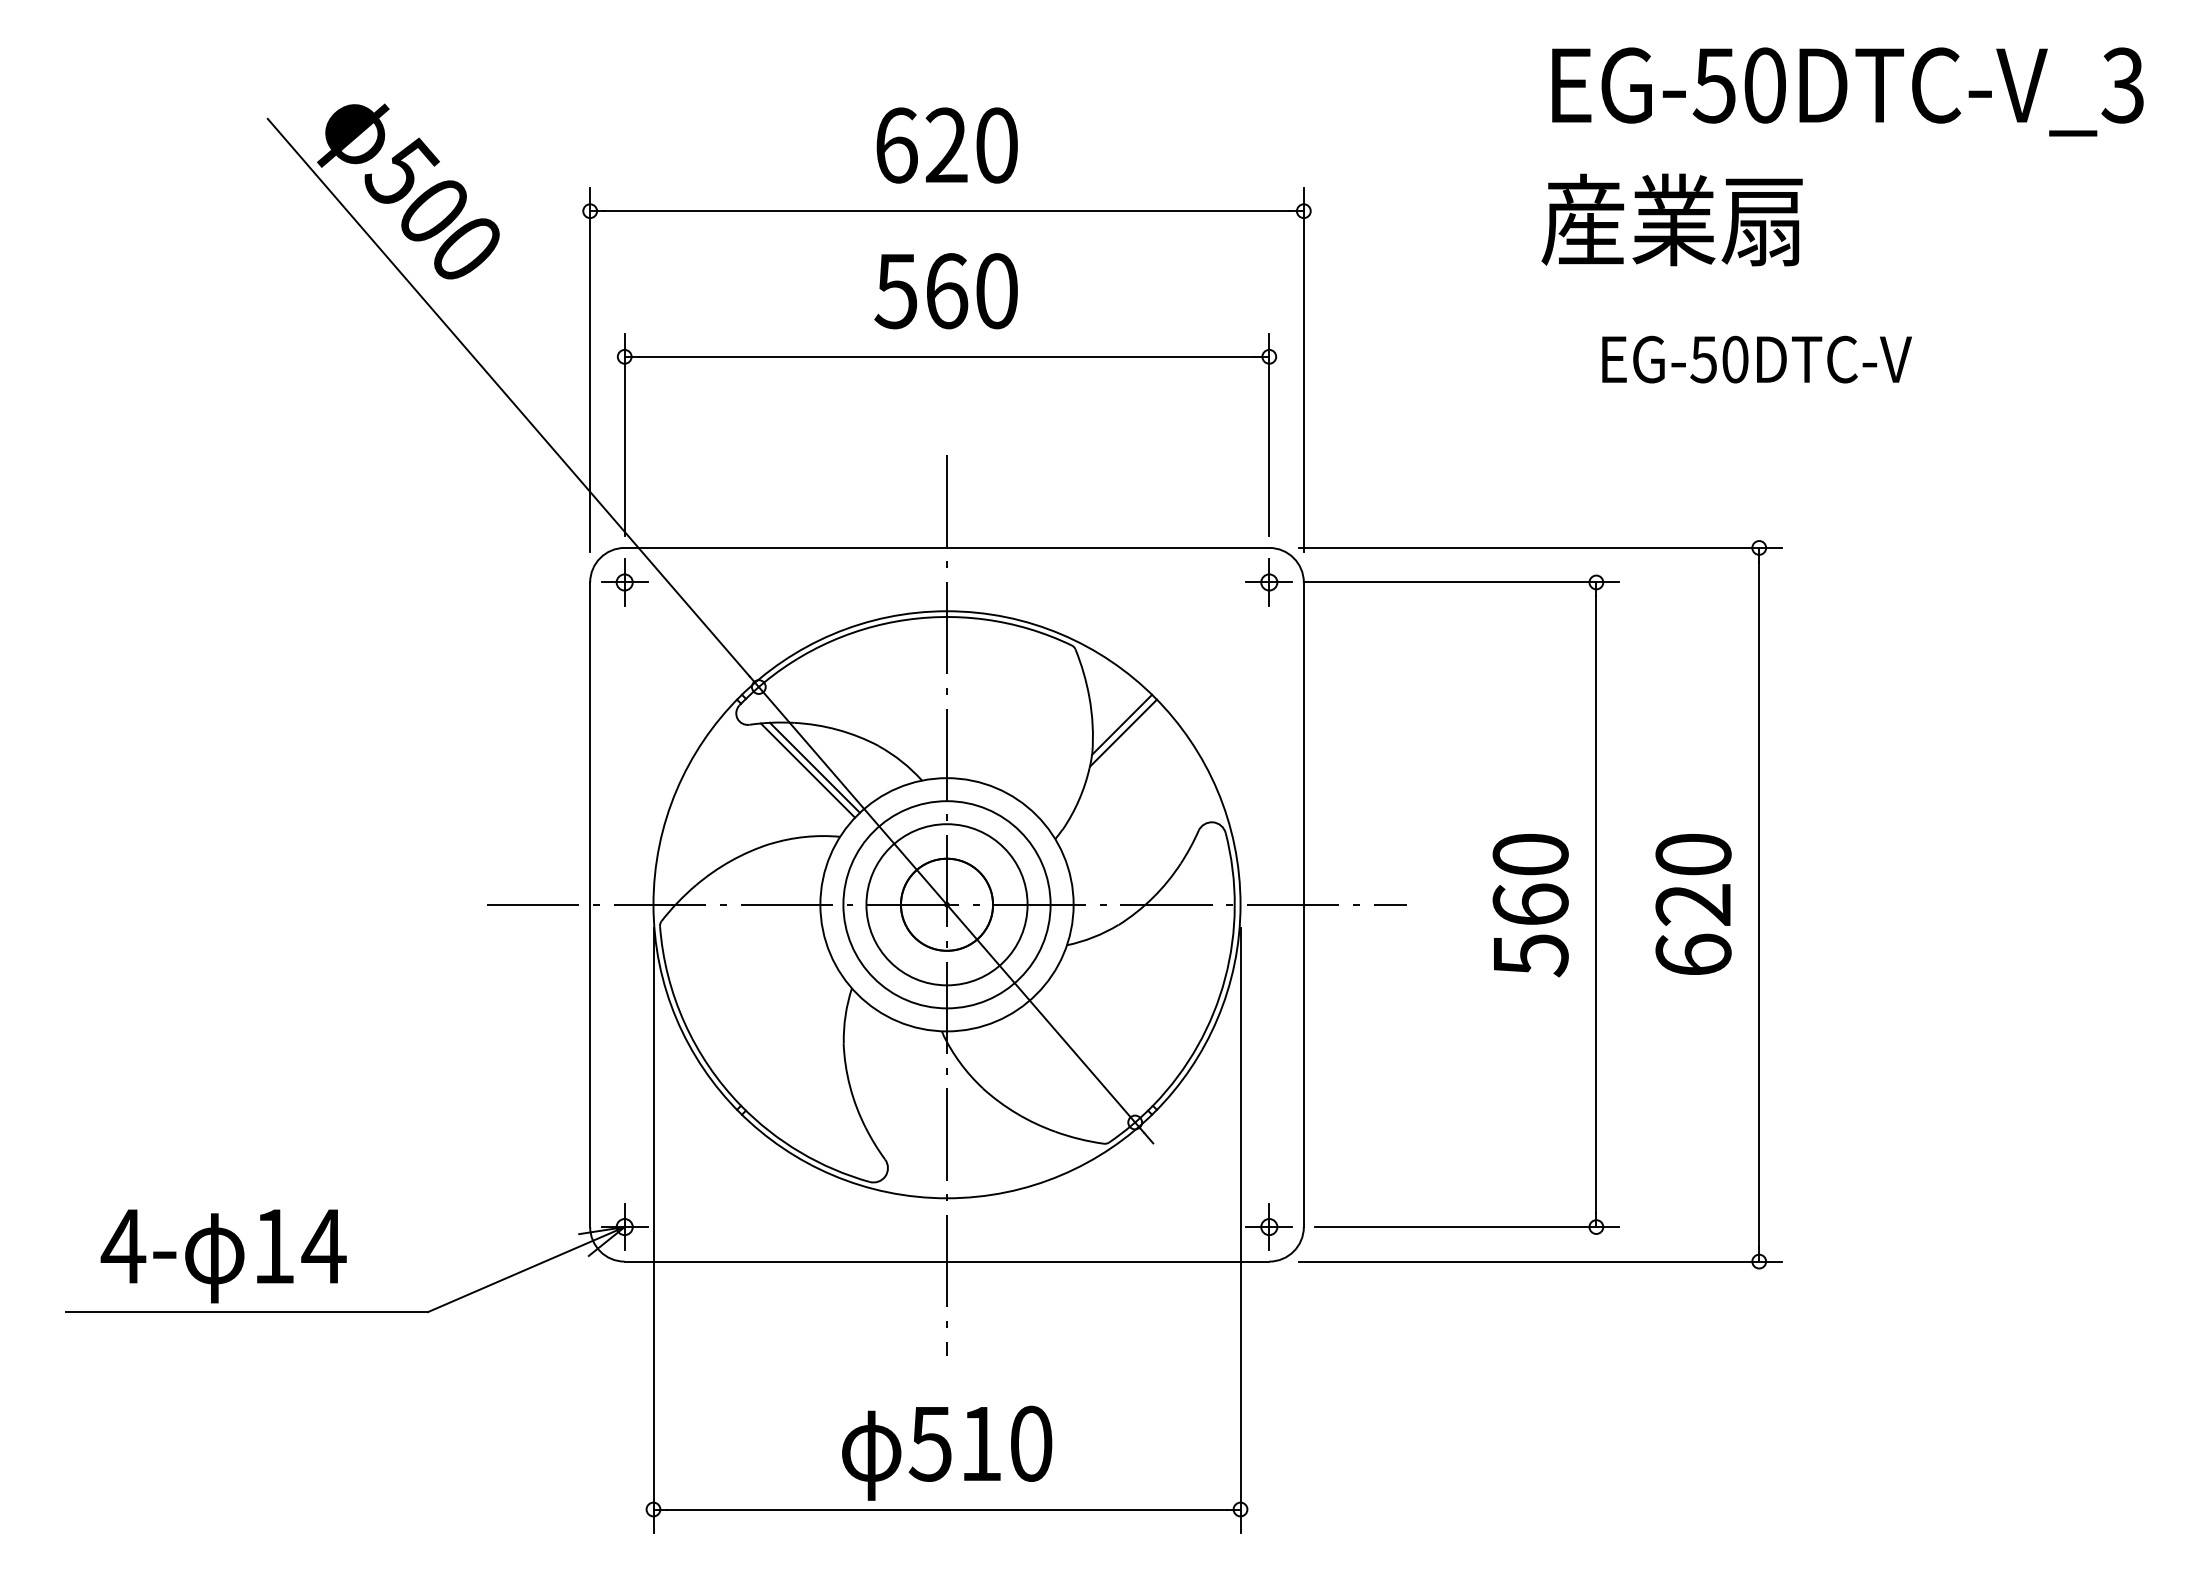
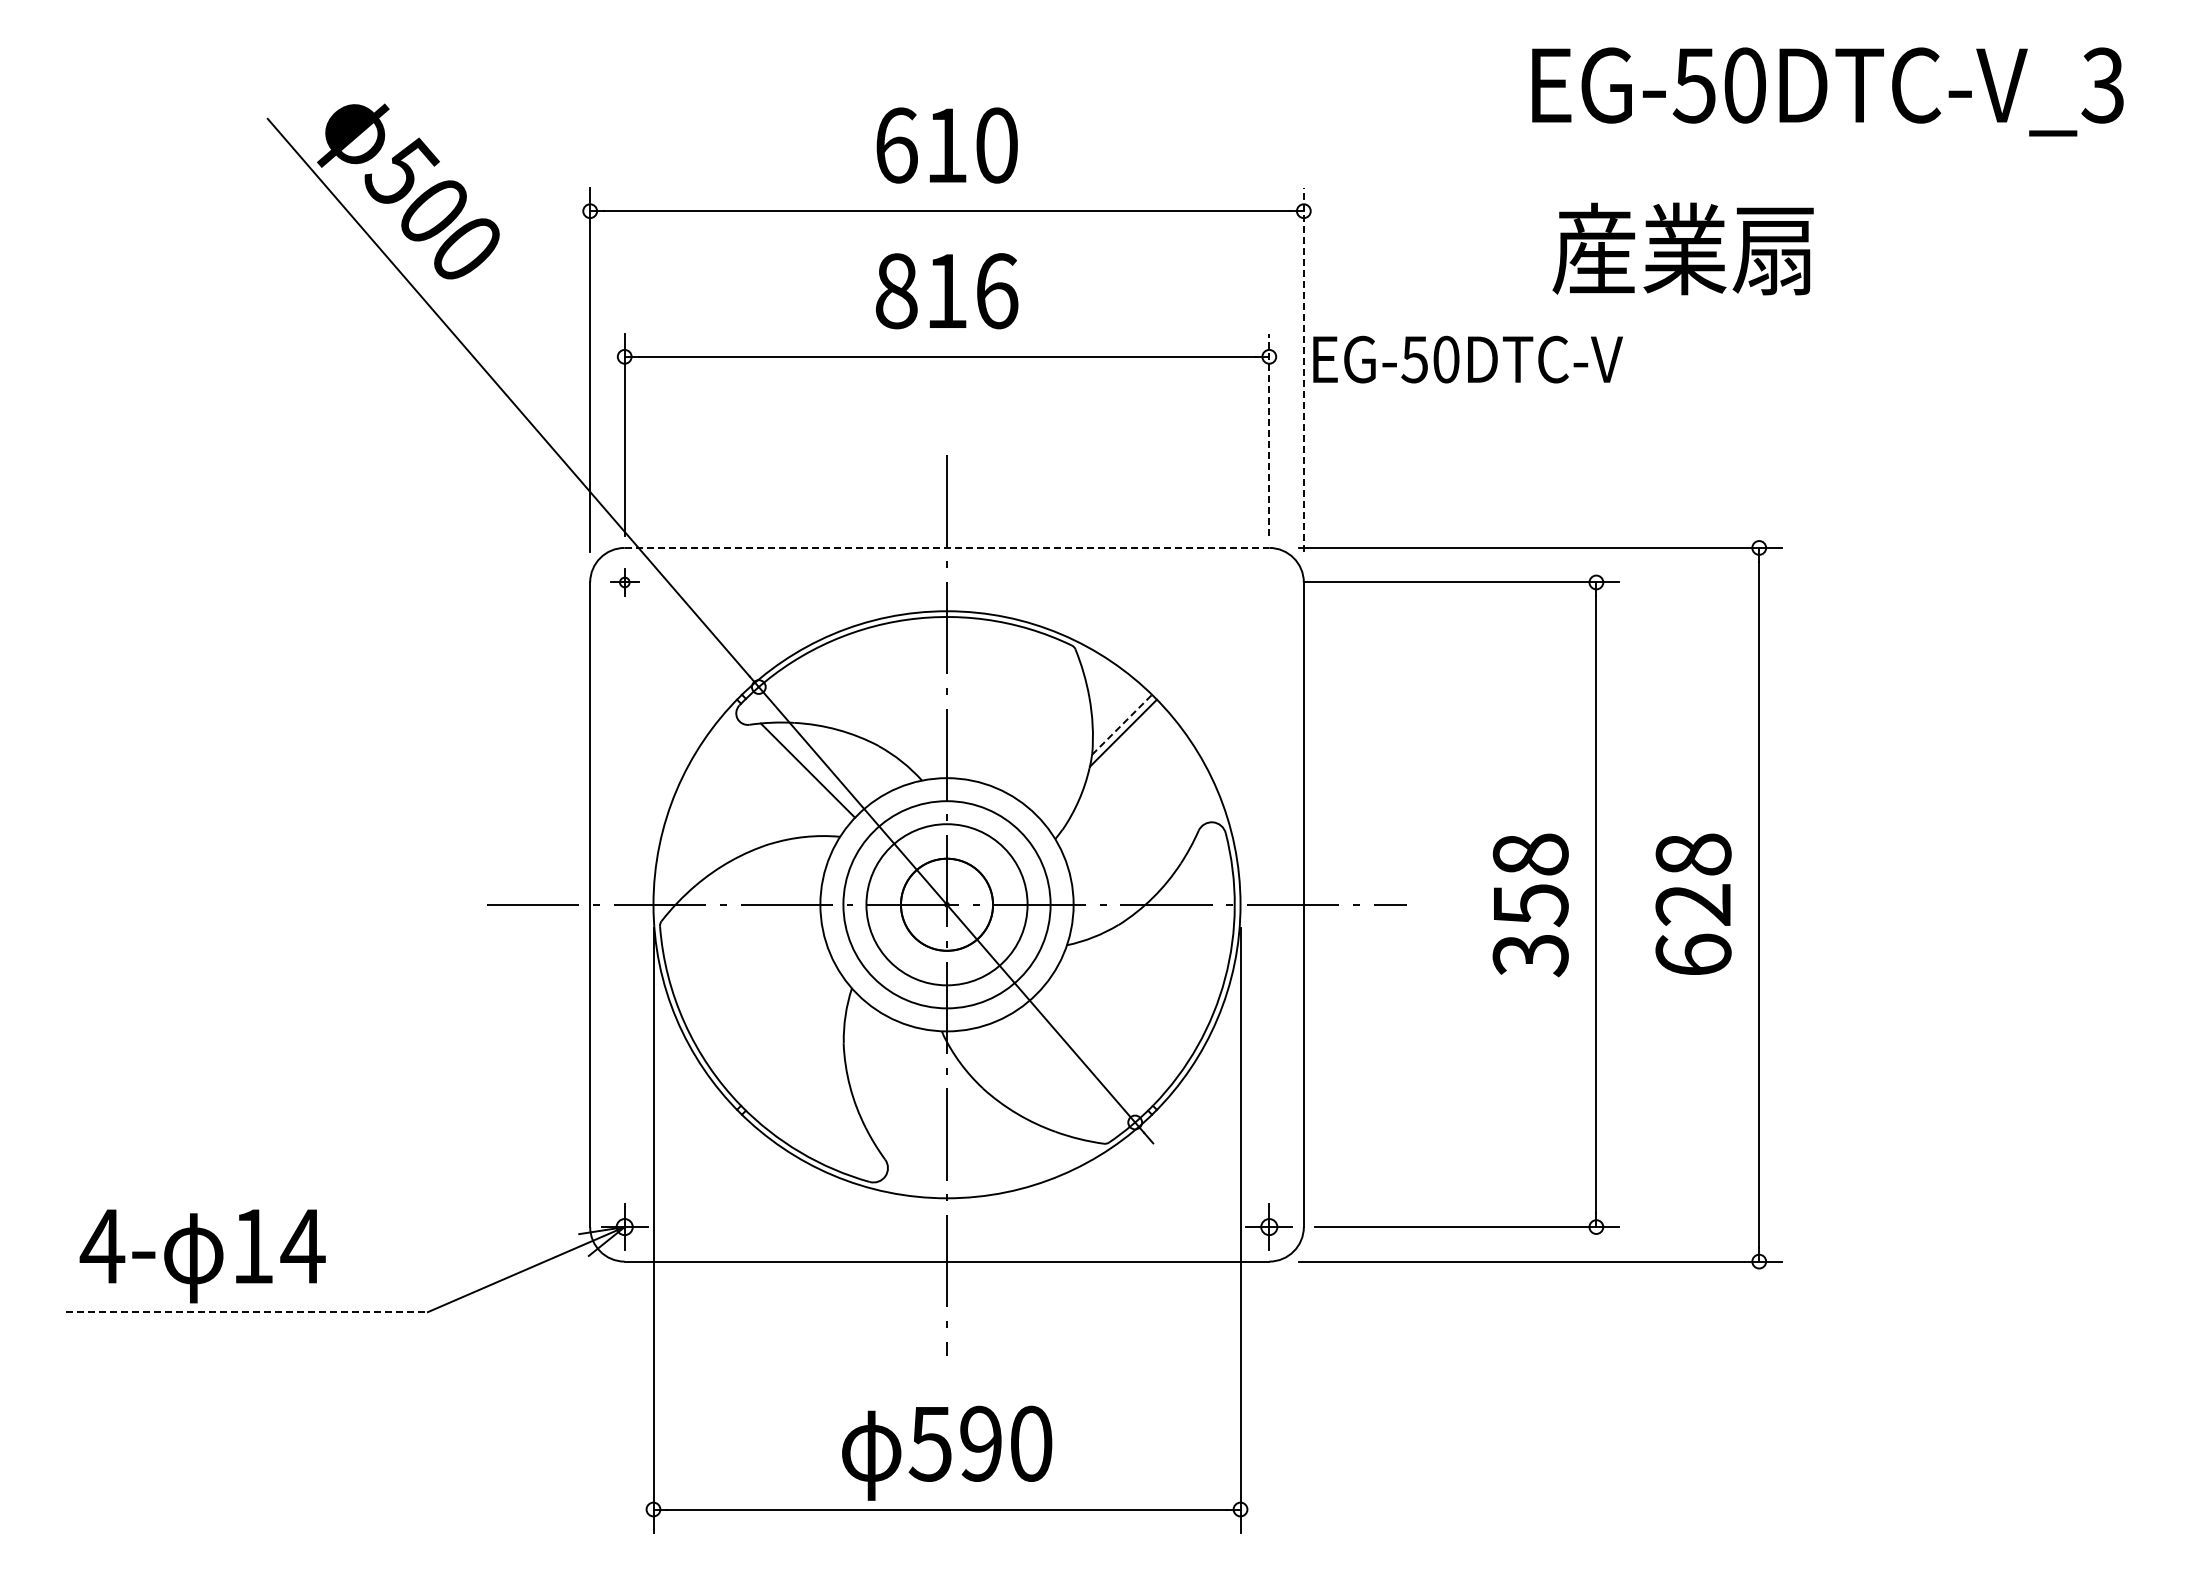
text at (1847, 91) position: (1847, 91) -> (1827, 91)
text at (946, 144): 620 -> 610
text at (1671, 219) position: (1671, 219) -> (1682, 248)
text at (946, 291): 560 -> 816
text at (1756, 359) position: (1756, 359) -> (1467, 359)
line at (1303, 369): solid -> dashed
line at (1269, 434): solid -> dashed
line at (947, 547): solid -> dashed
part at (624, 582) size: 48x49 px -> 30x29 px
part at (1268, 582): present -> none
line at (1122, 724): solid -> dashed
line at (814, 767): present -> none
text at (1693, 854): 620 -> 628
text at (1530, 905): 560 -> 358
text at (223, 1256) position: (223, 1256) -> (202, 1256)
line at (247, 1312): solid -> dashed
text at (980, 1443): 510 -> 590
